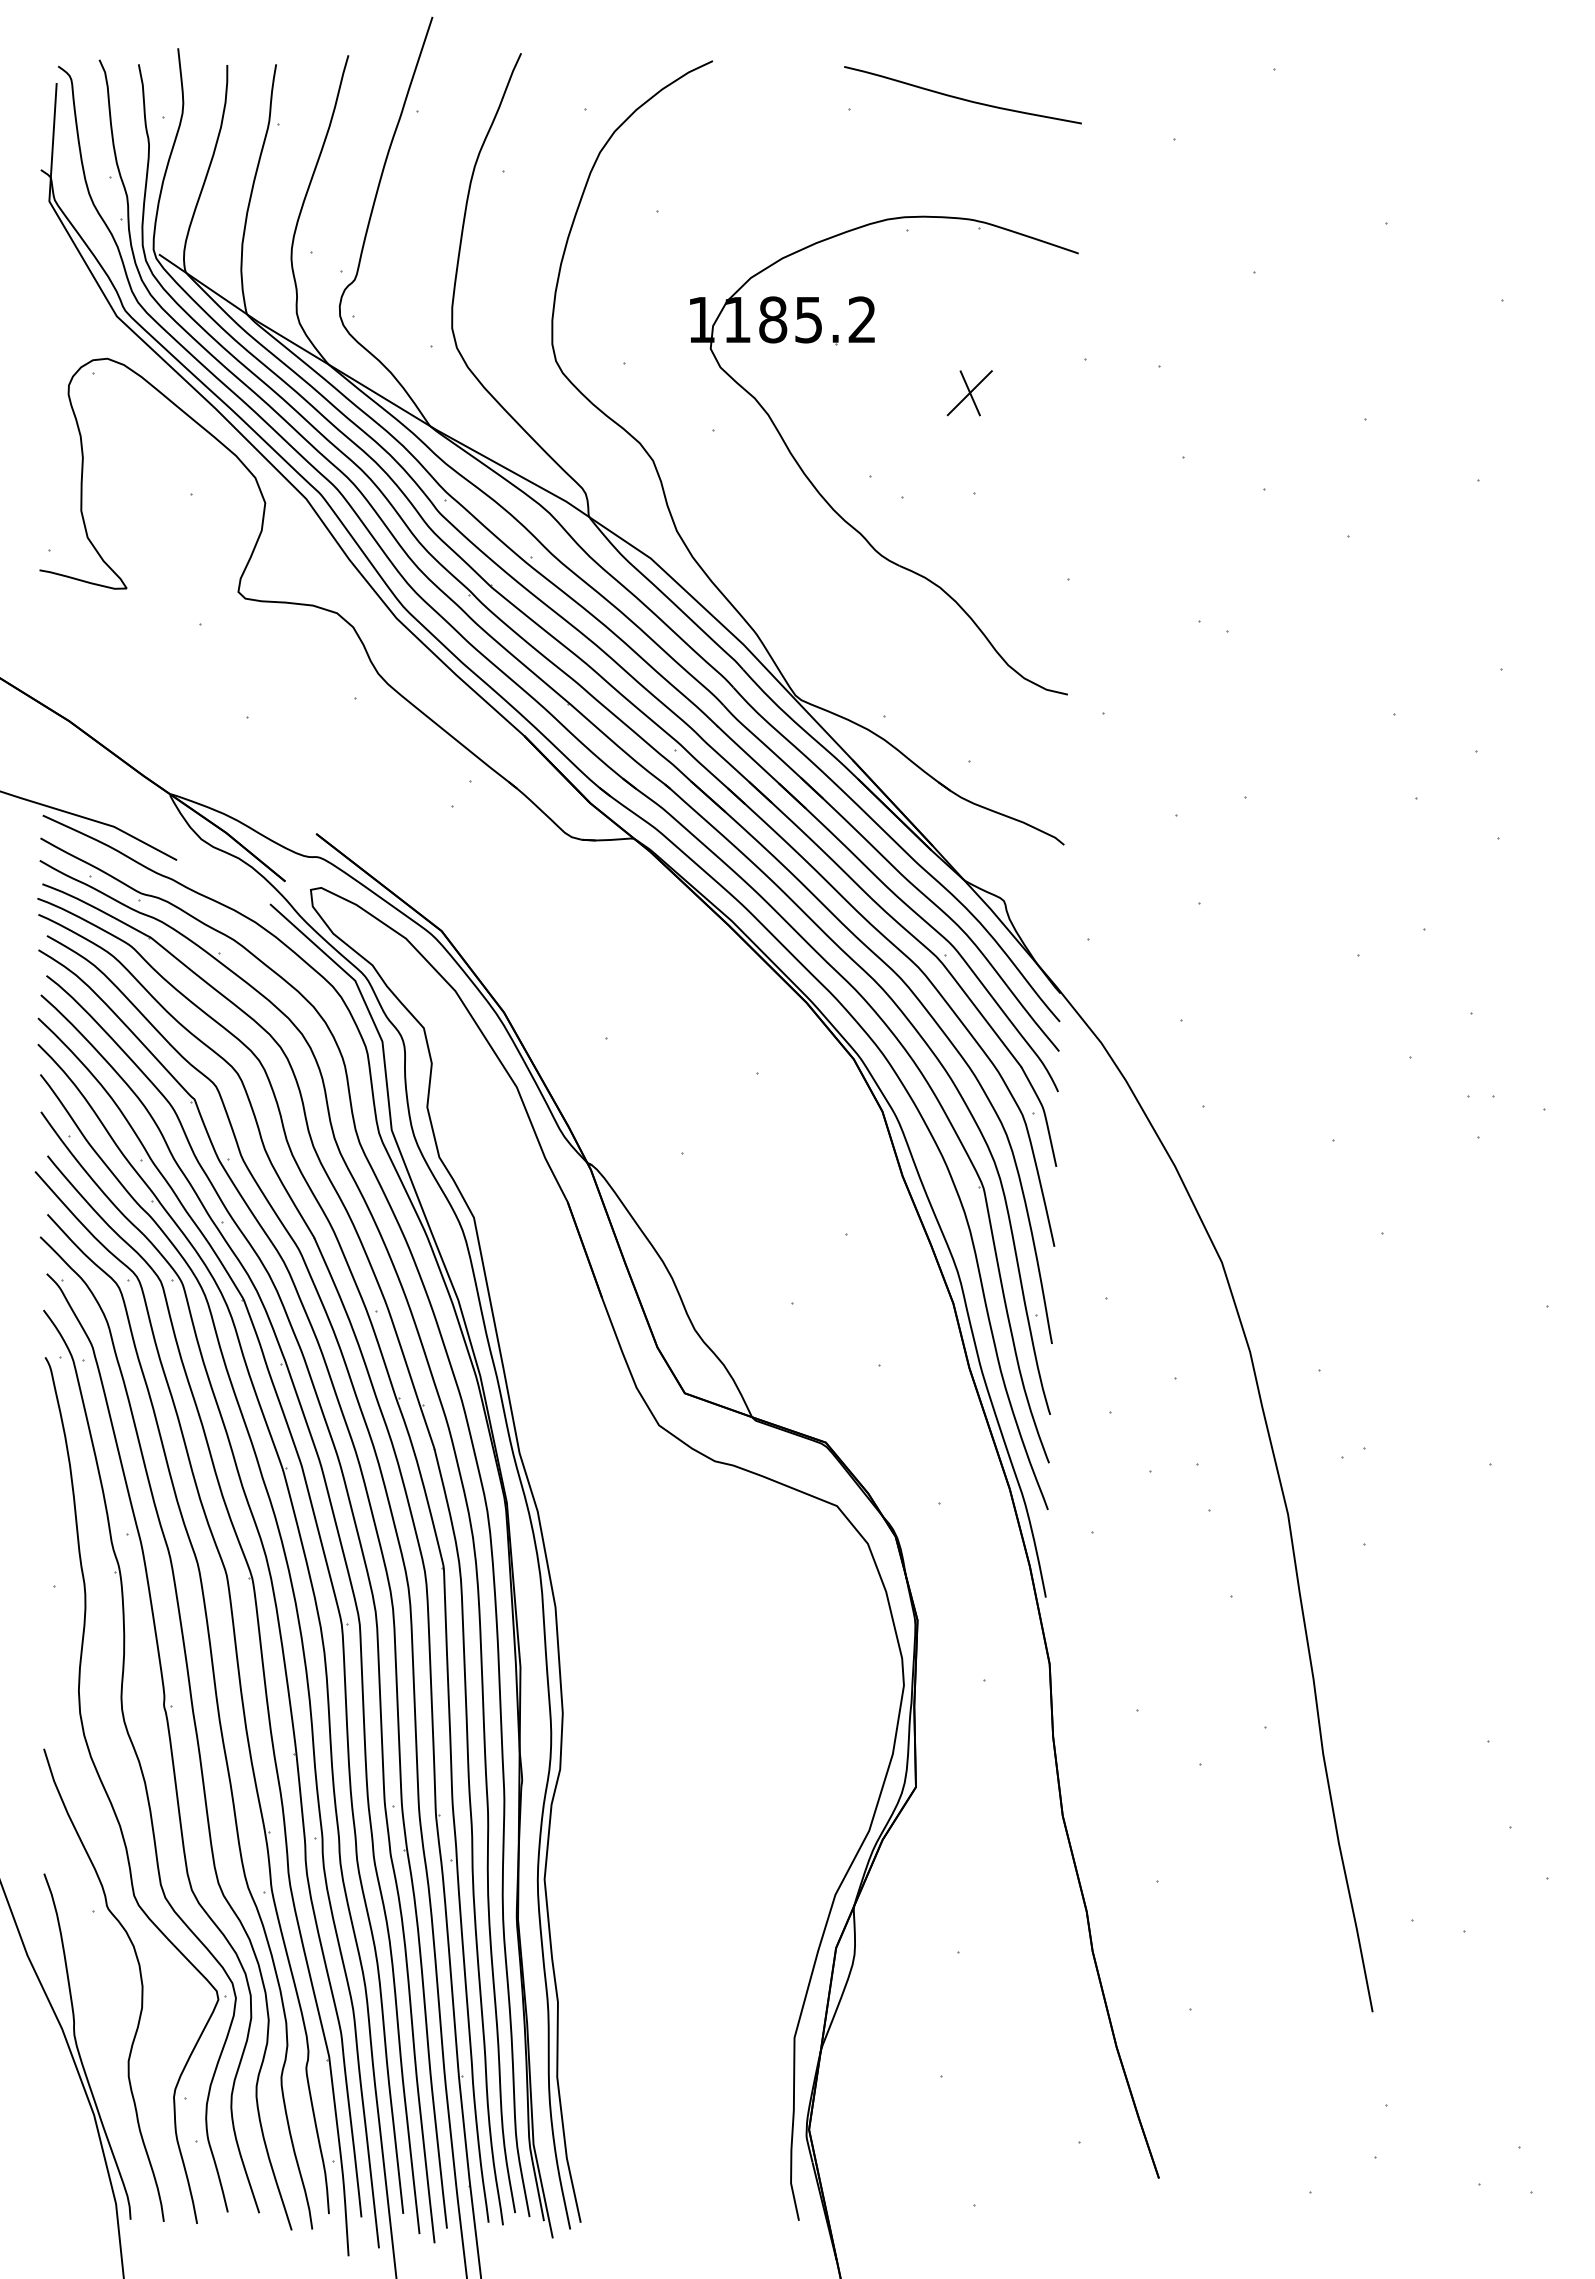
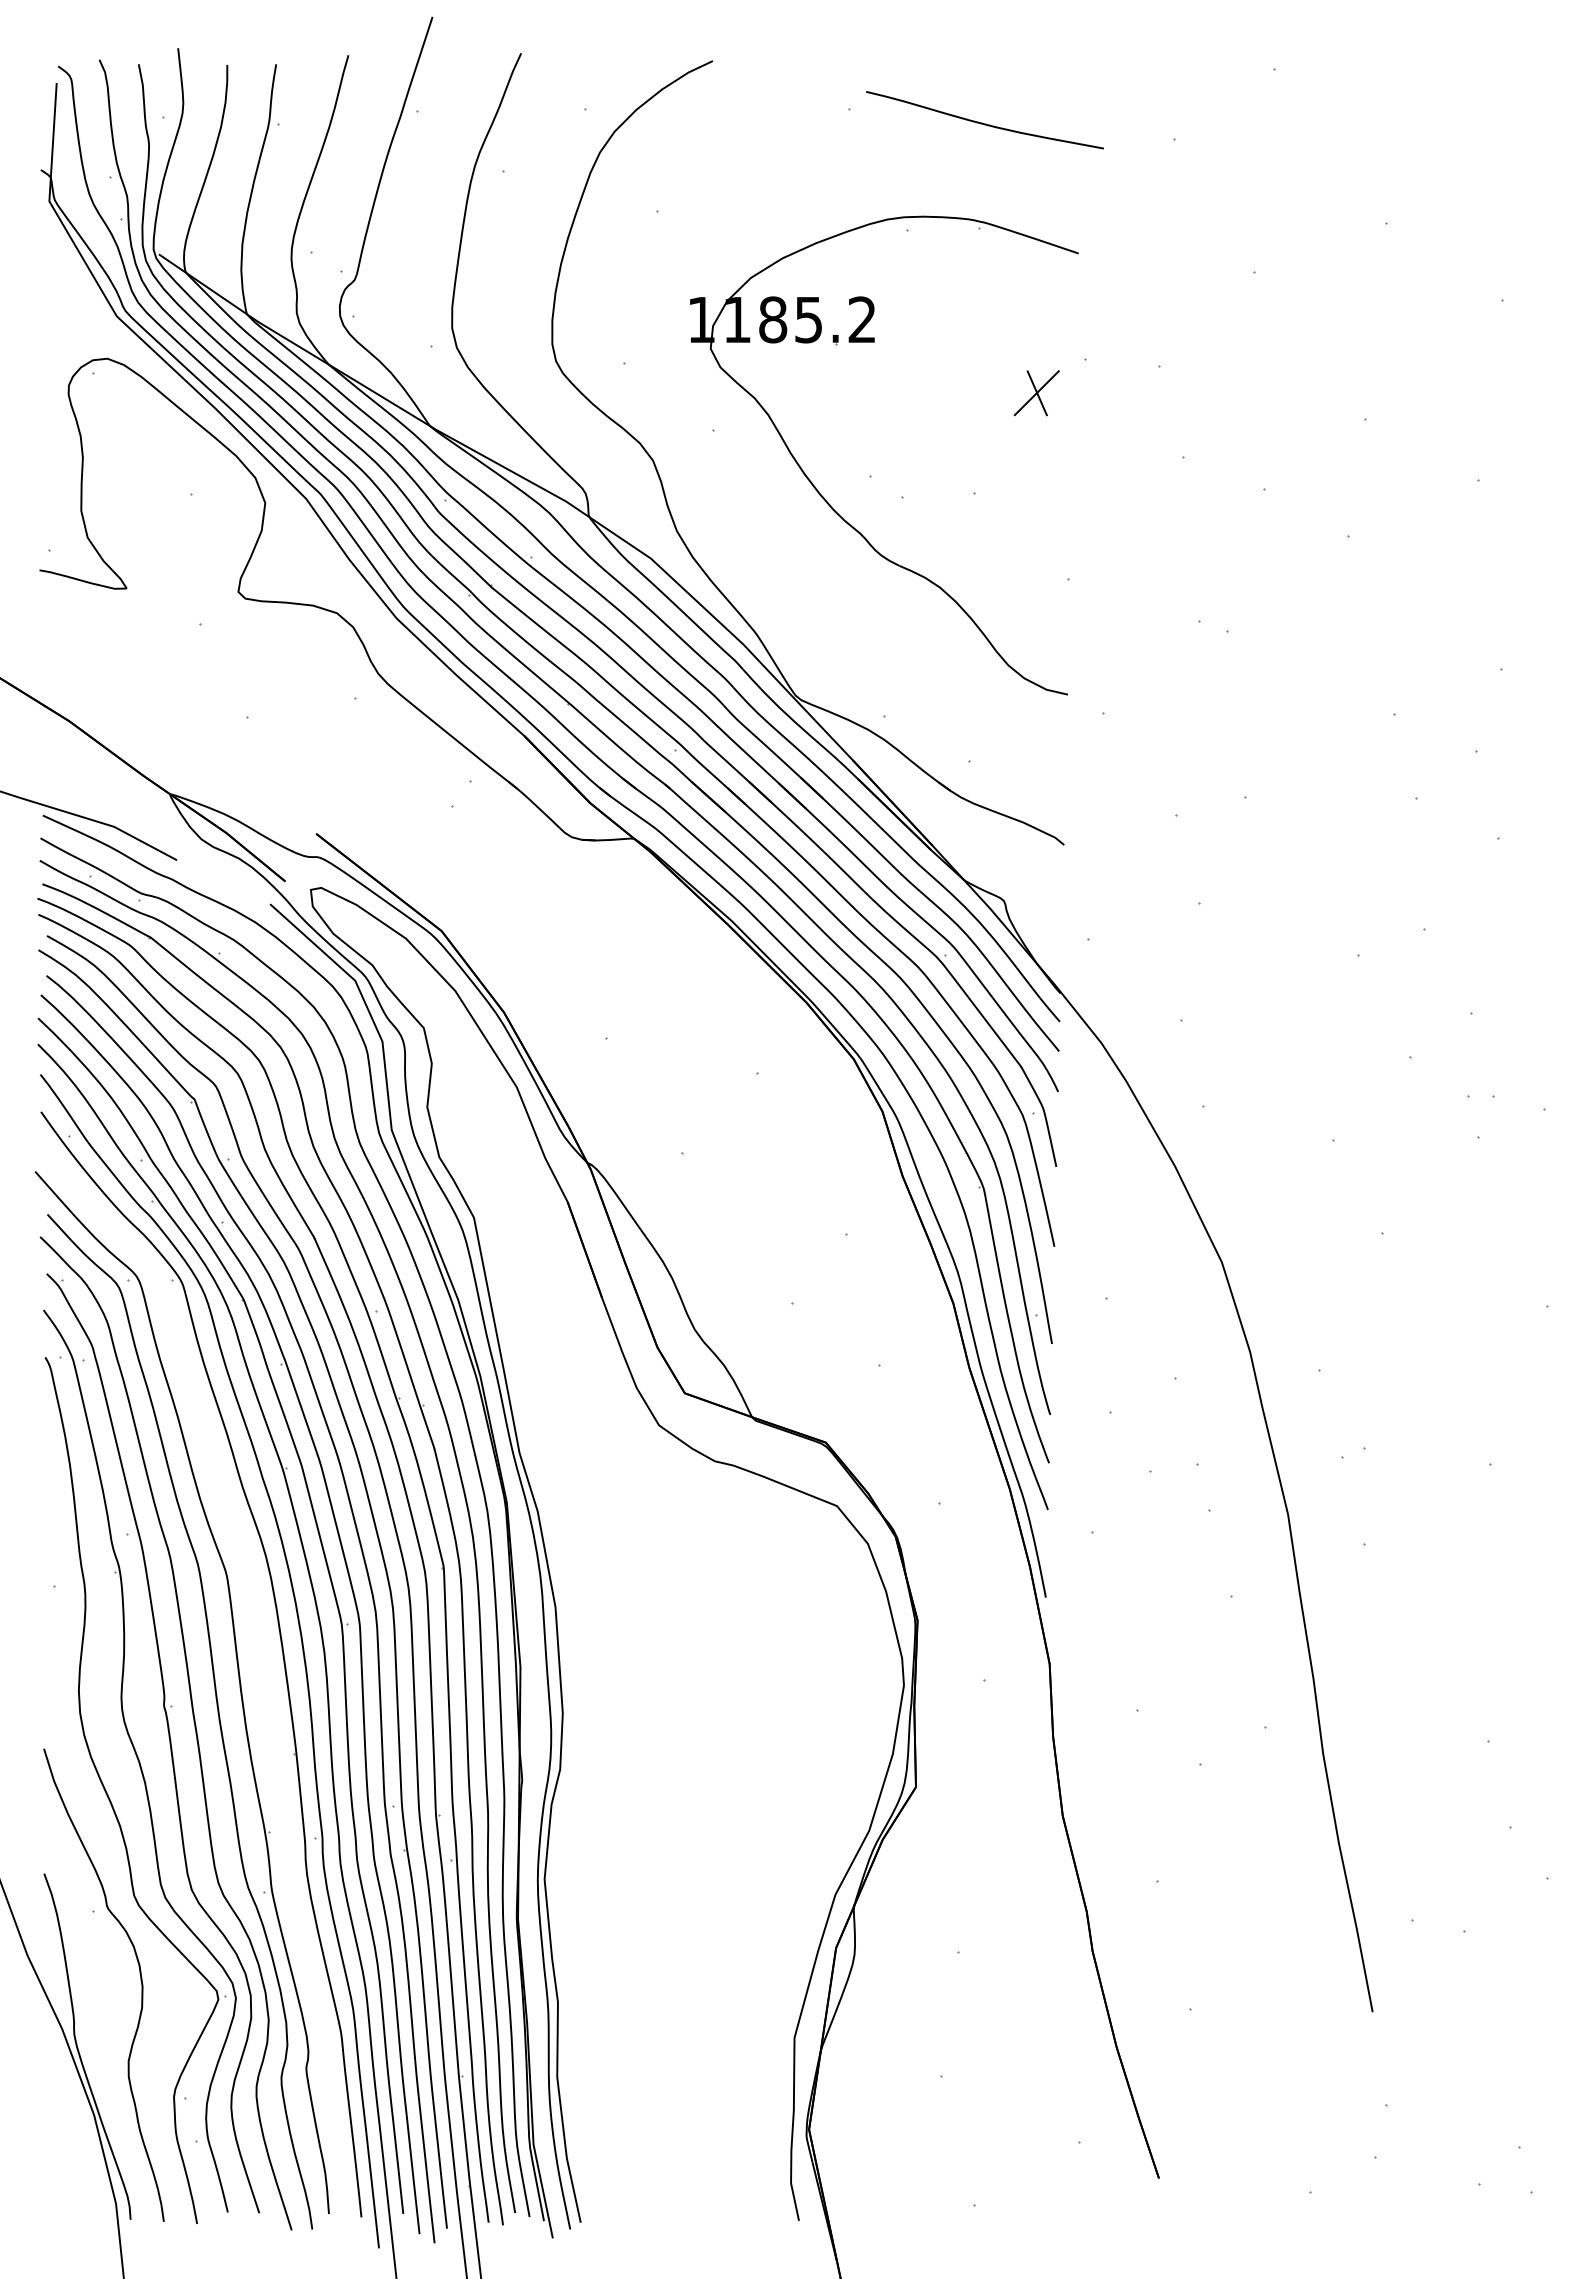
curve at (960, 97) position: (960, 97) -> (982, 122)
part at (969, 393) position: (969, 393) -> (1036, 393)
part at (265, 1698): present -> none
